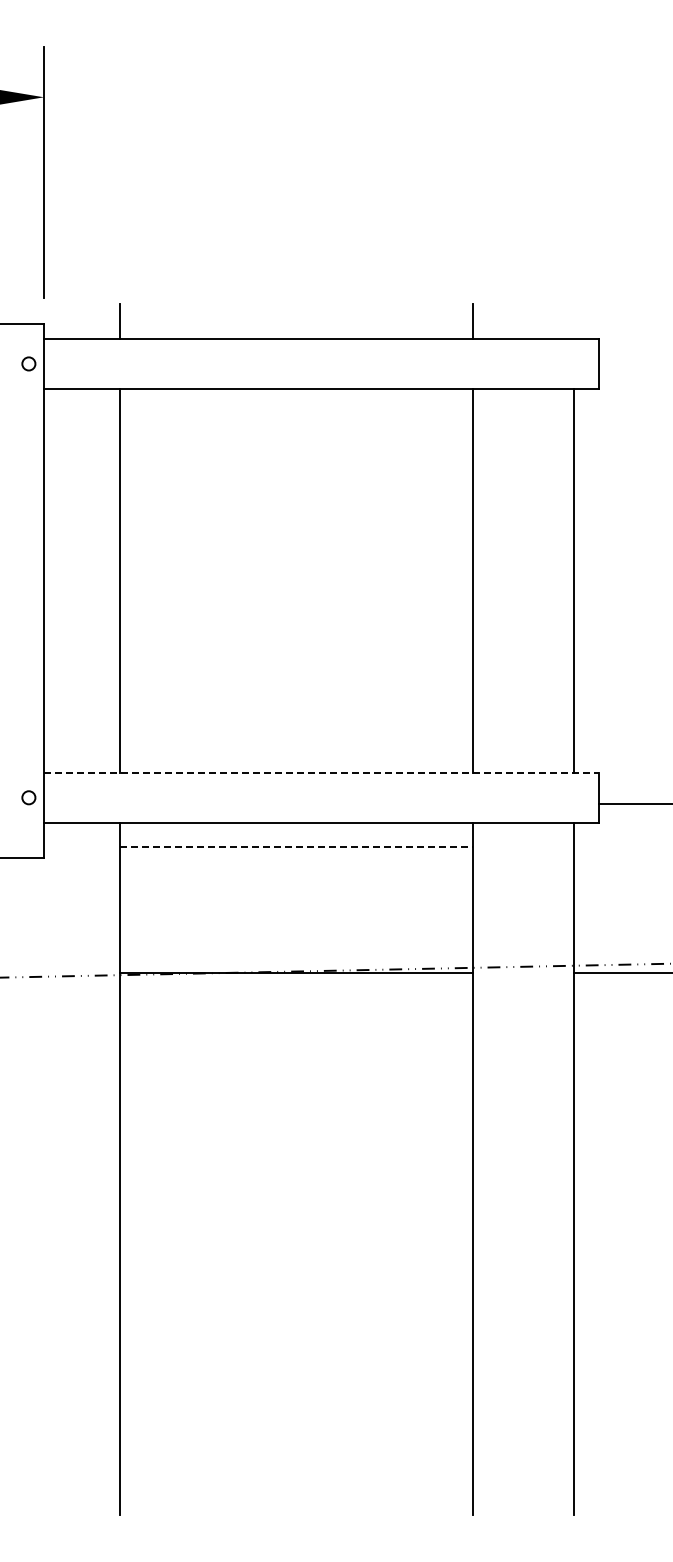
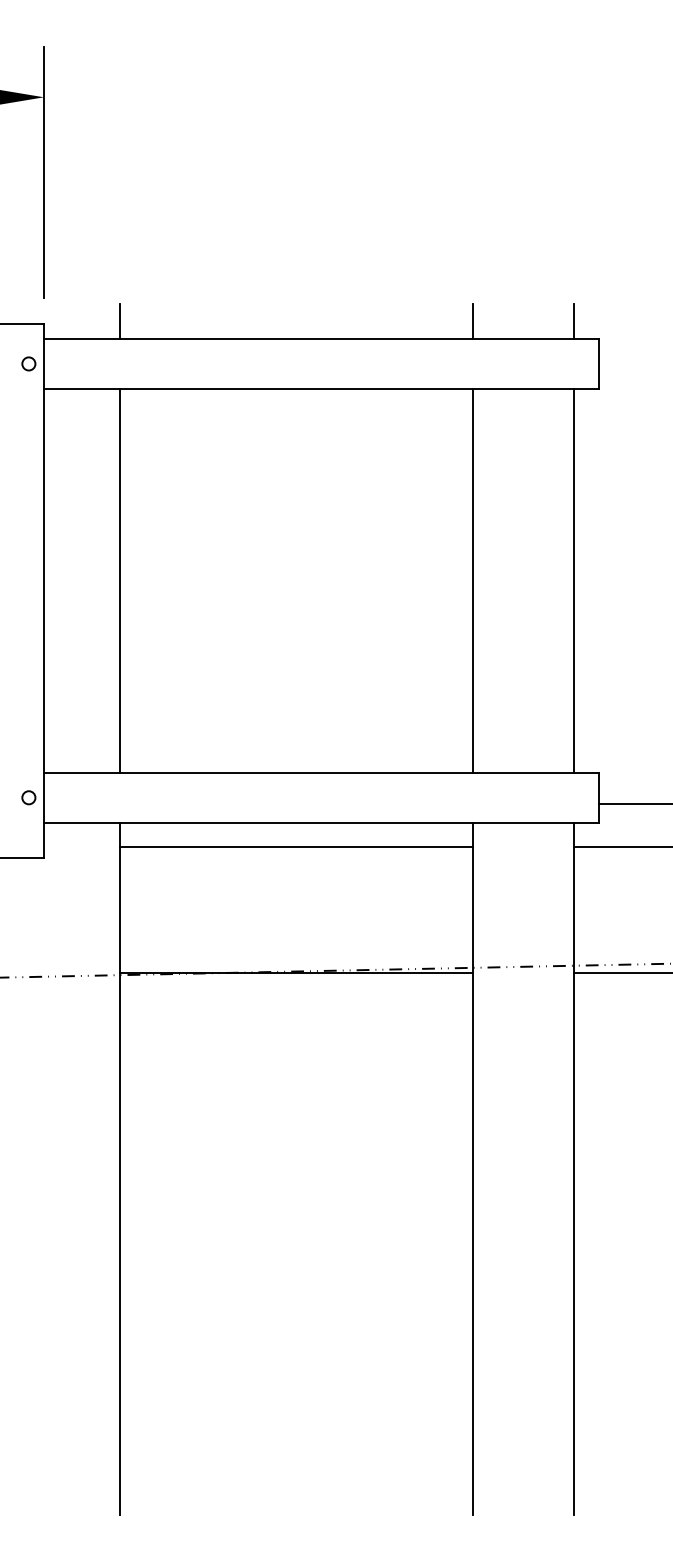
line at (573, 321): none -> present
line at (321, 772): dashed -> solid
line at (296, 846): dashed -> solid
line at (621, 846): none -> present
